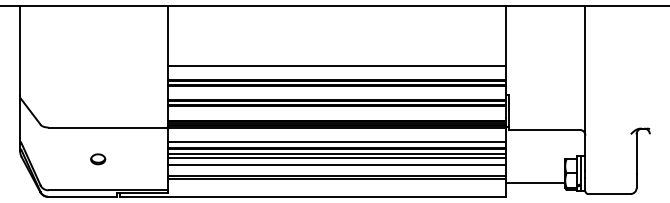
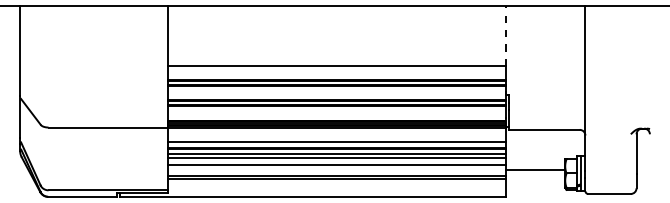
line at (505, 36): solid -> dashed
part at (98, 159): present -> none
line at (535, 182) position: (535, 182) -> (535, 169)
